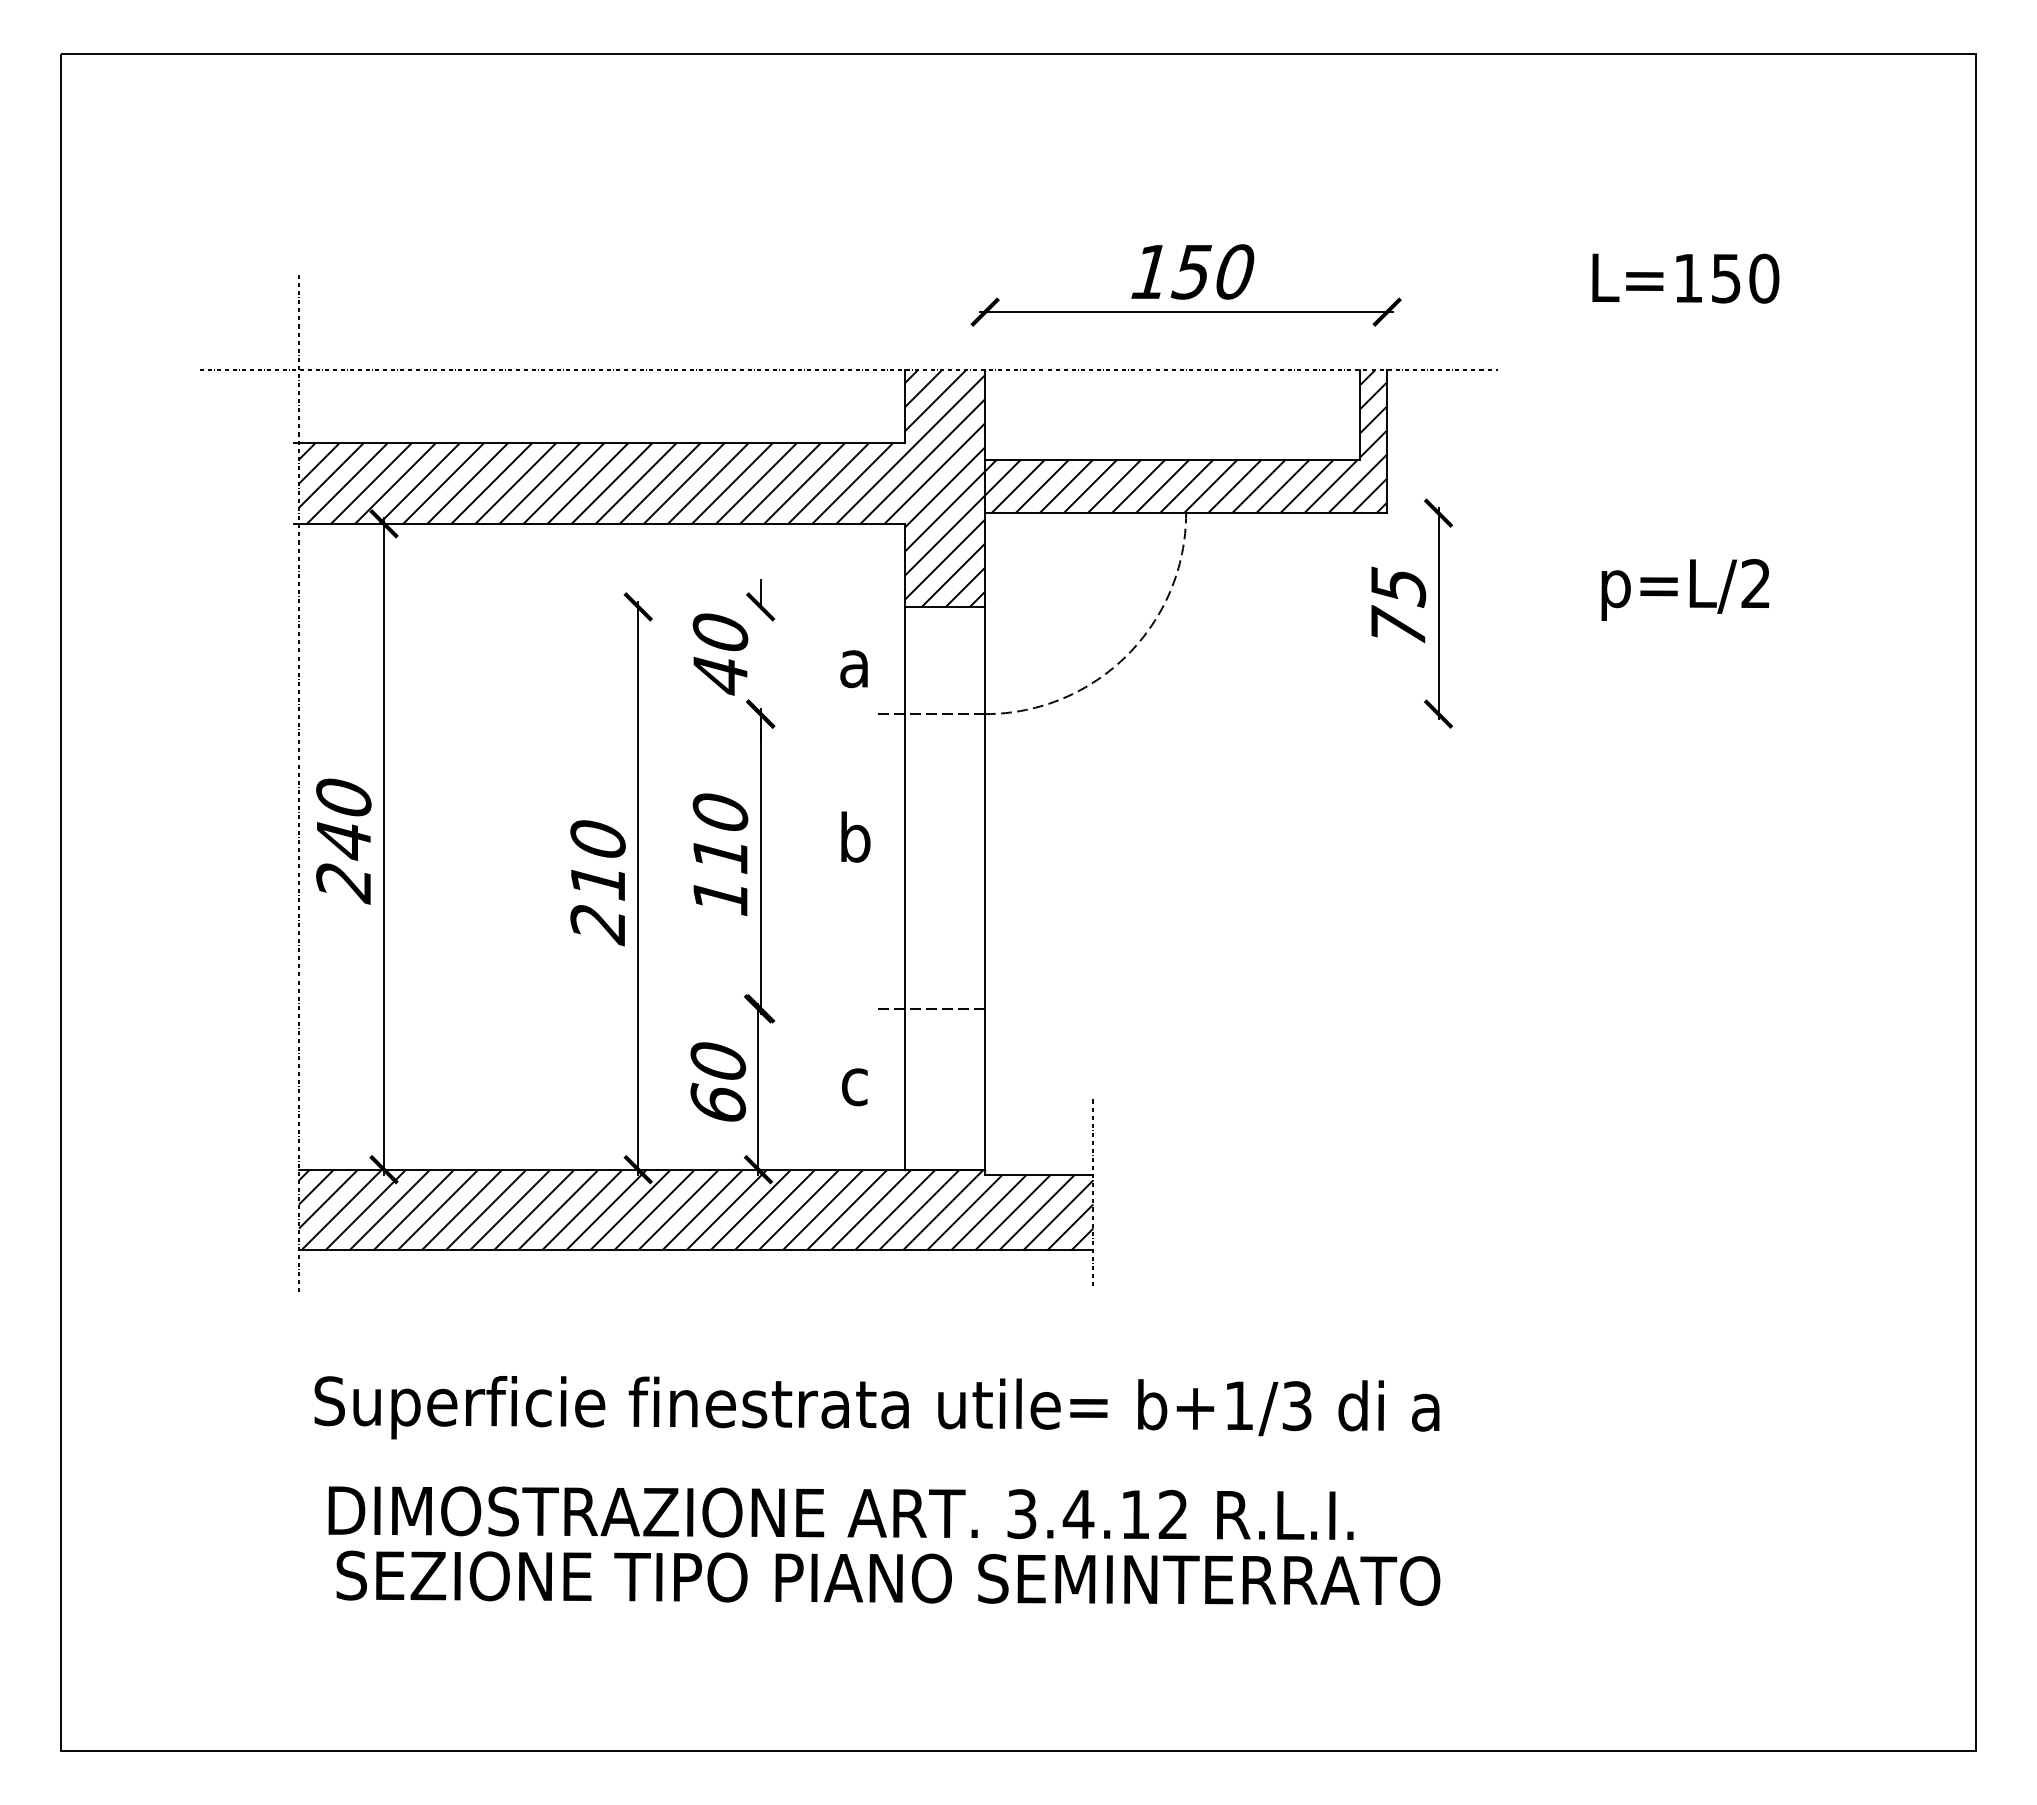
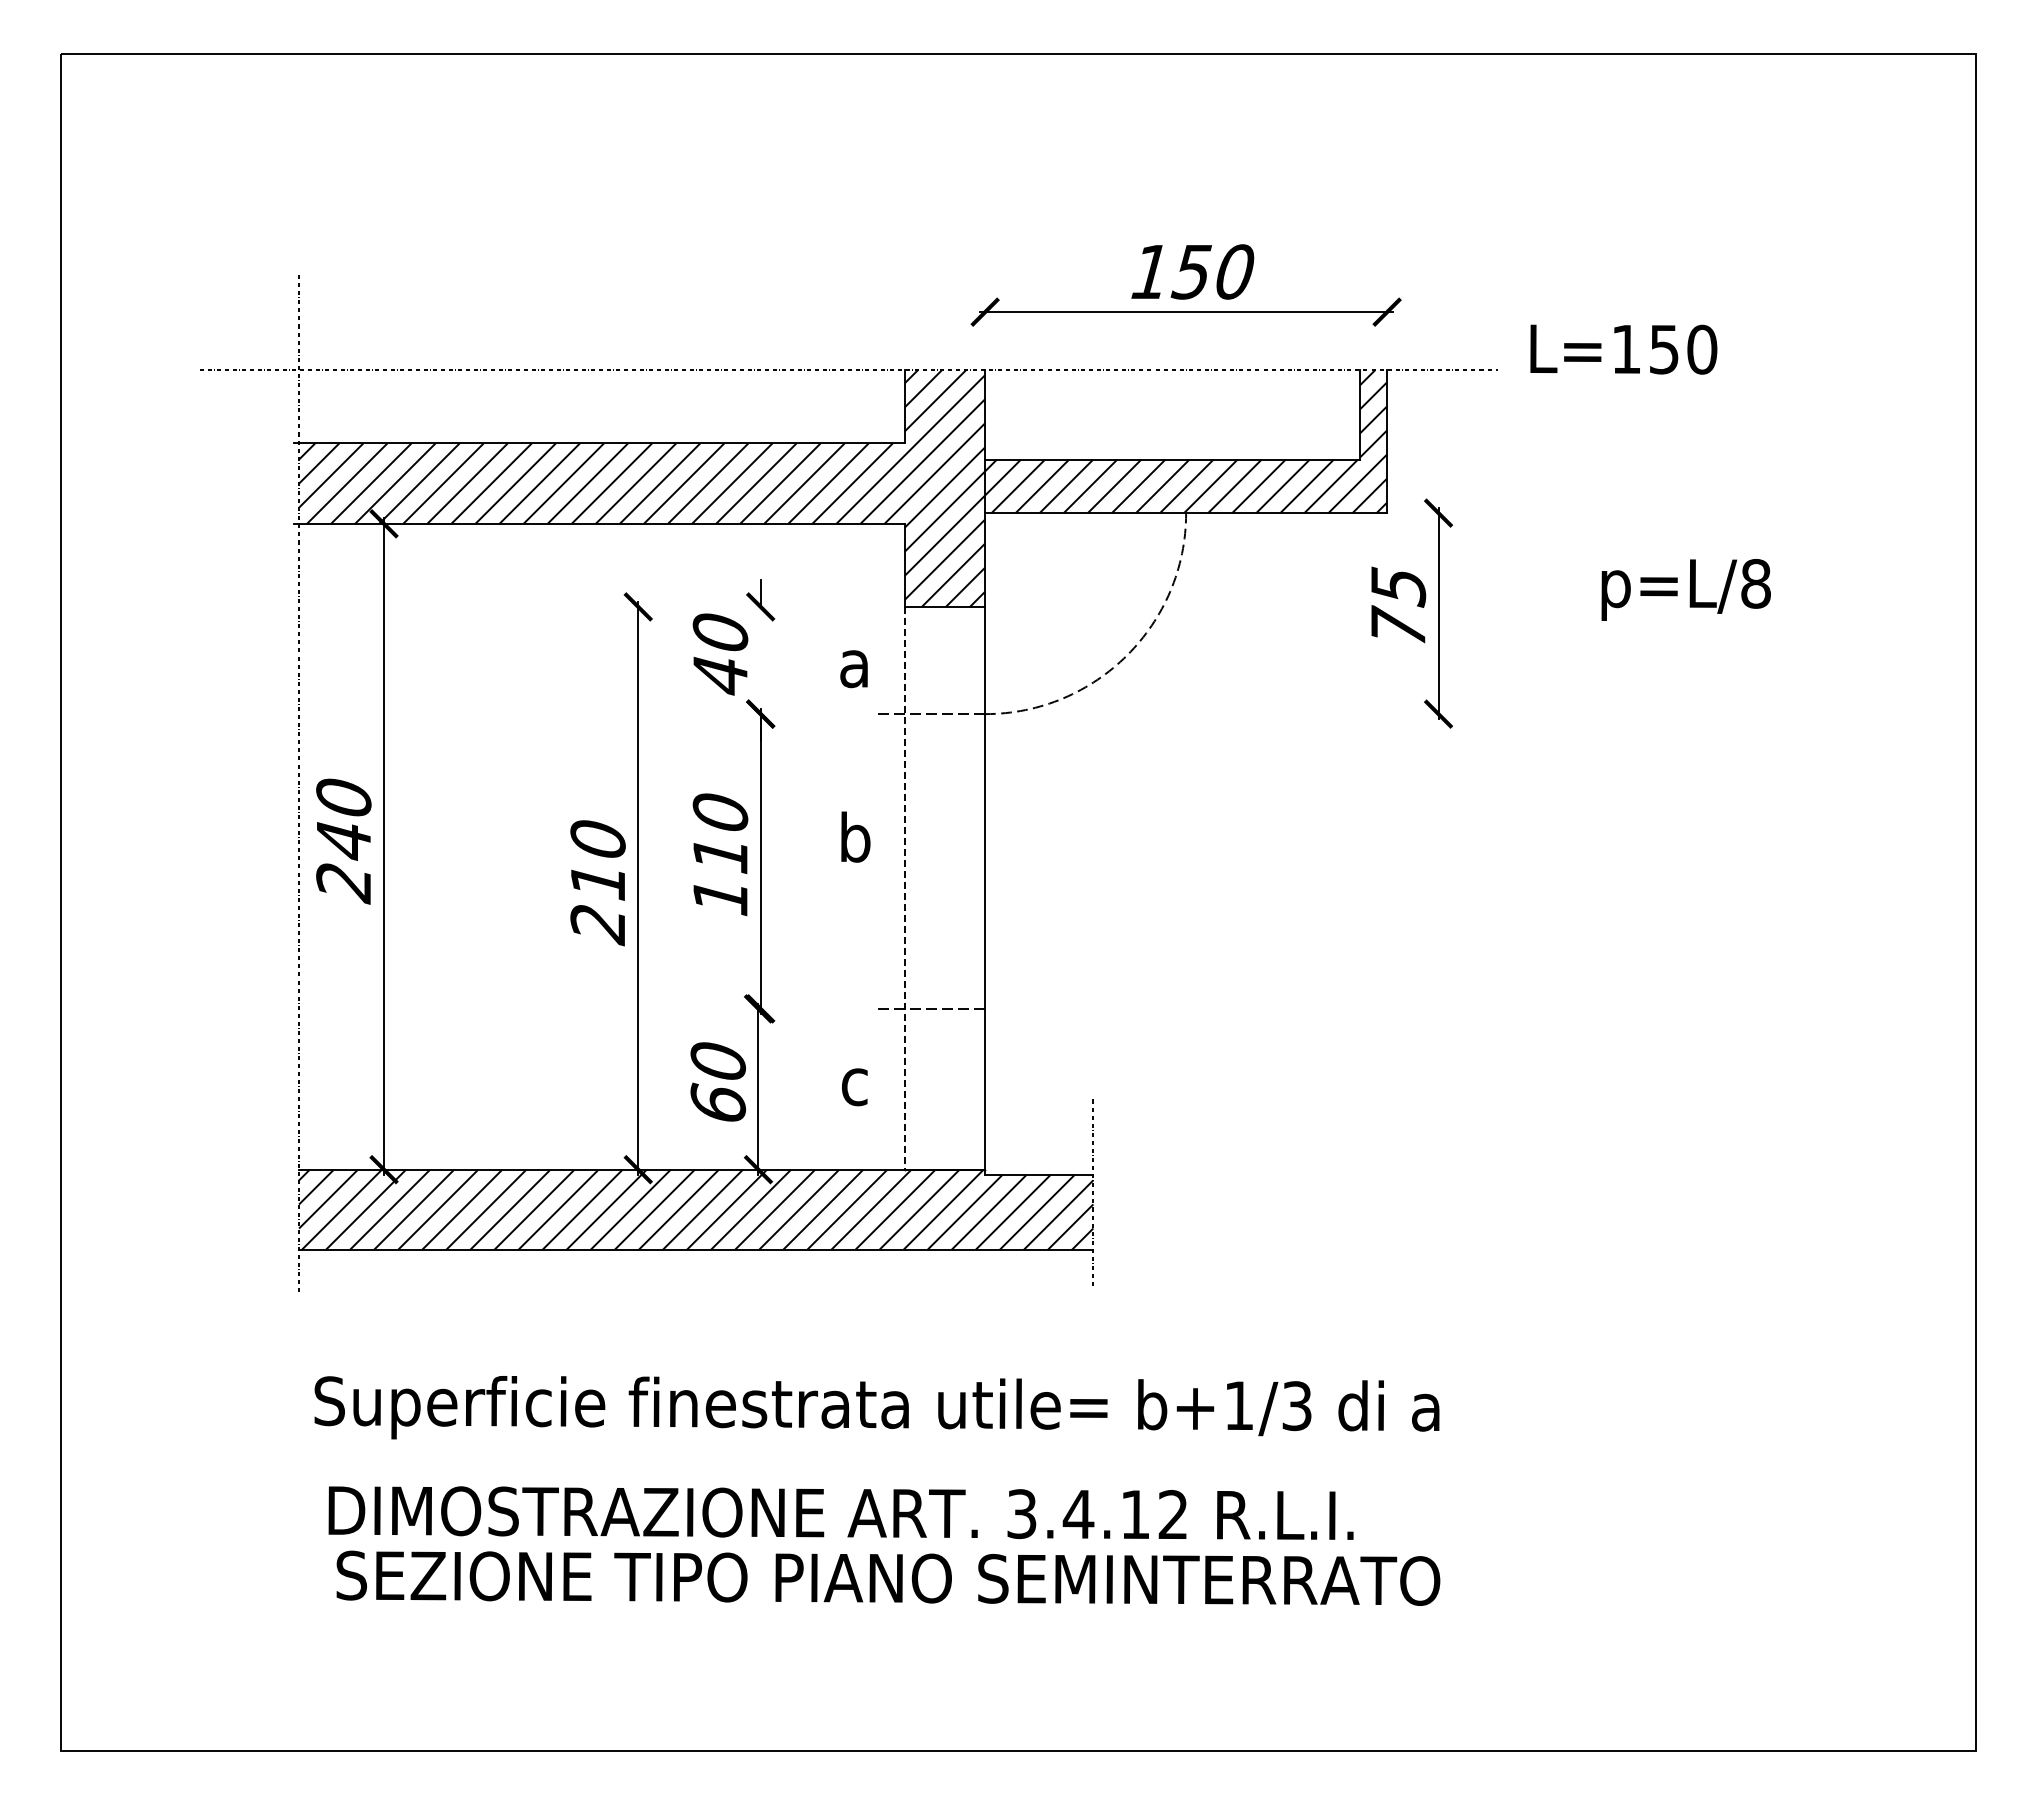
text at (1685, 278) position: (1685, 278) -> (1623, 349)
text at (1755, 583): p=L/2 -> p=L/8
line at (904, 888): solid -> dashed
